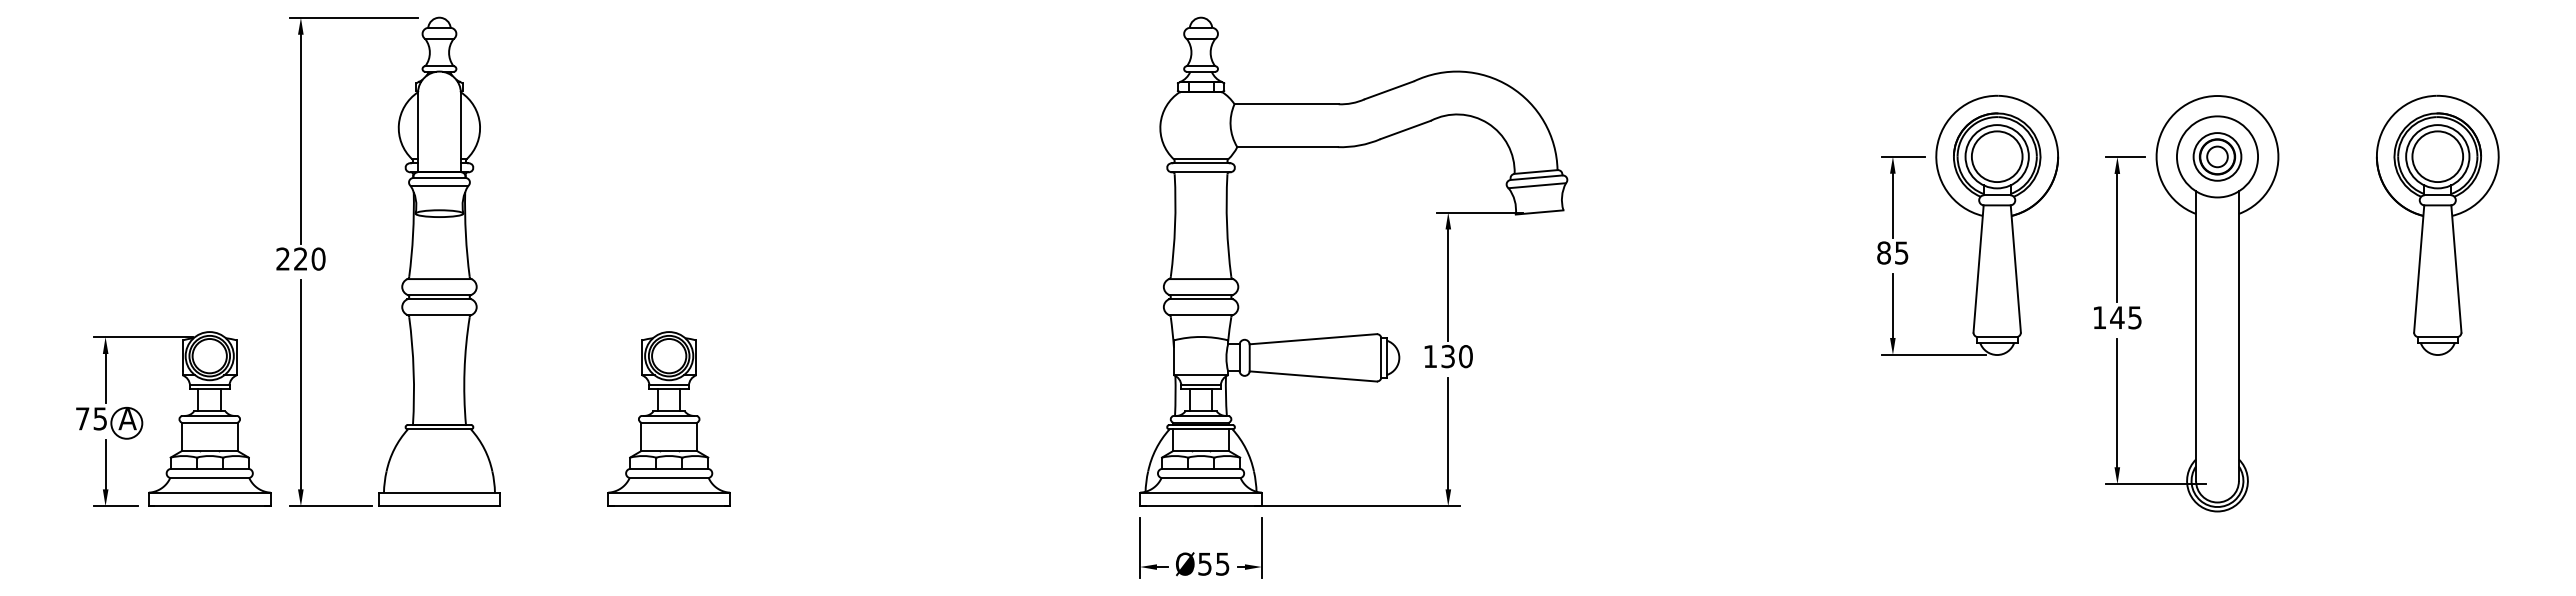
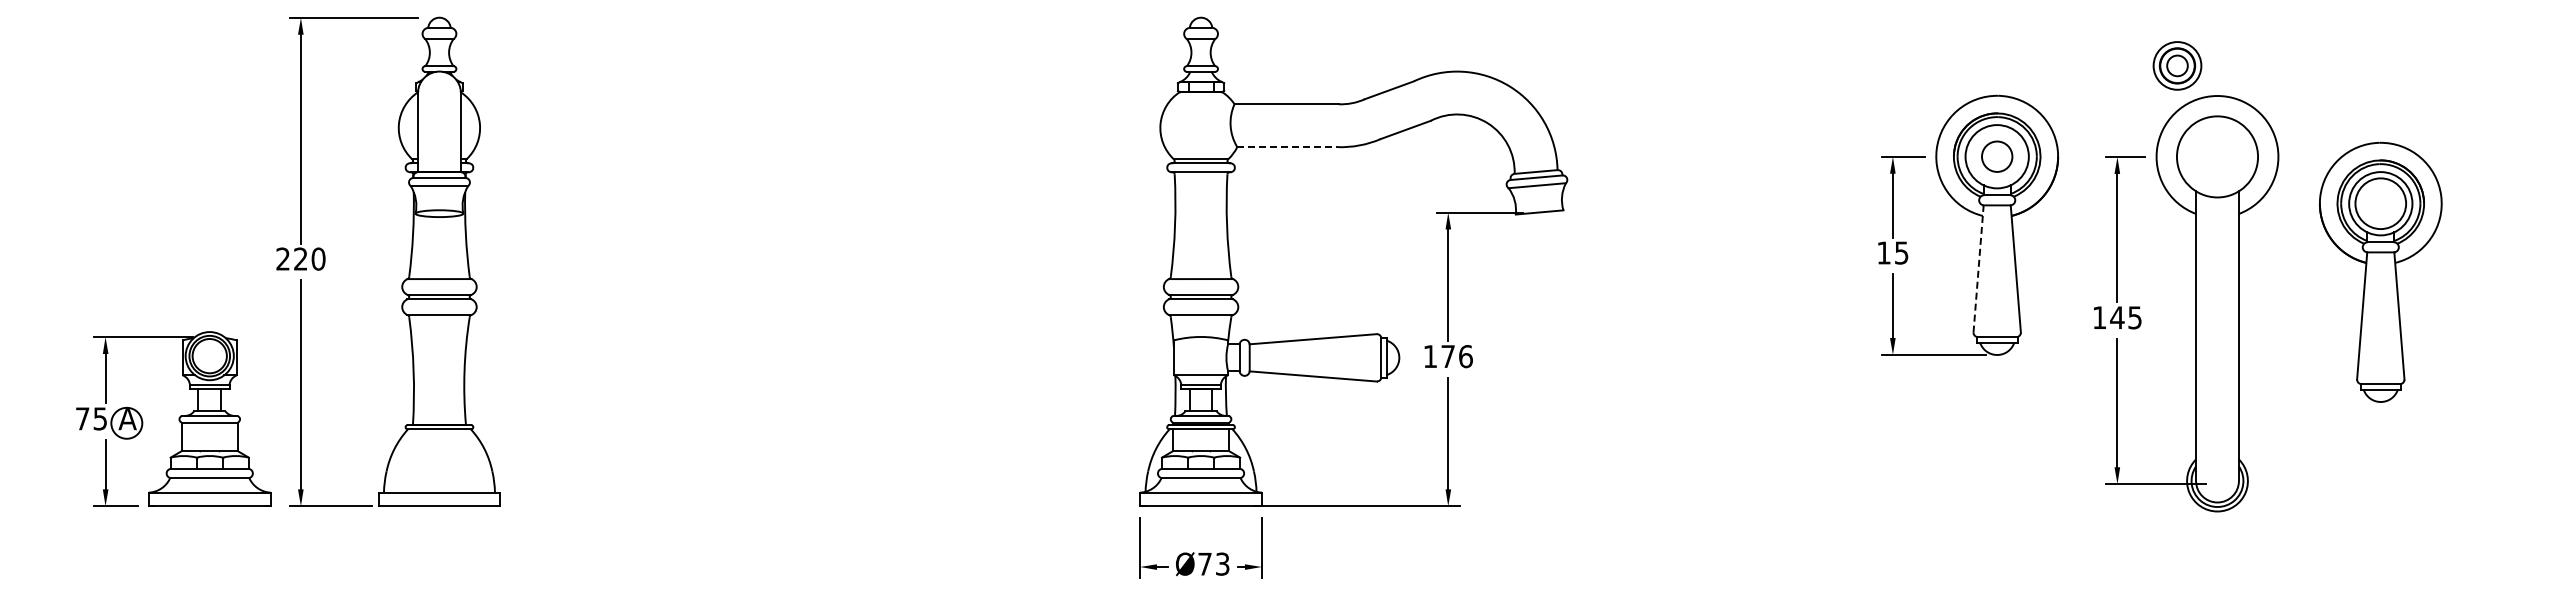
line at (1288, 147): solid -> dashed
circle at (1996, 156) diameter: 51 px -> 30 px
part at (2217, 156) position: (2217, 156) -> (2177, 65)
part at (2437, 224) position: (2437, 224) -> (2380, 271)
text at (1883, 252): 85 -> 15
line at (1978, 268): solid -> dashed
text at (1456, 356): 130 -> 176
part at (668, 418): present -> none
text at (1213, 563): Ø55 -> Ø73
